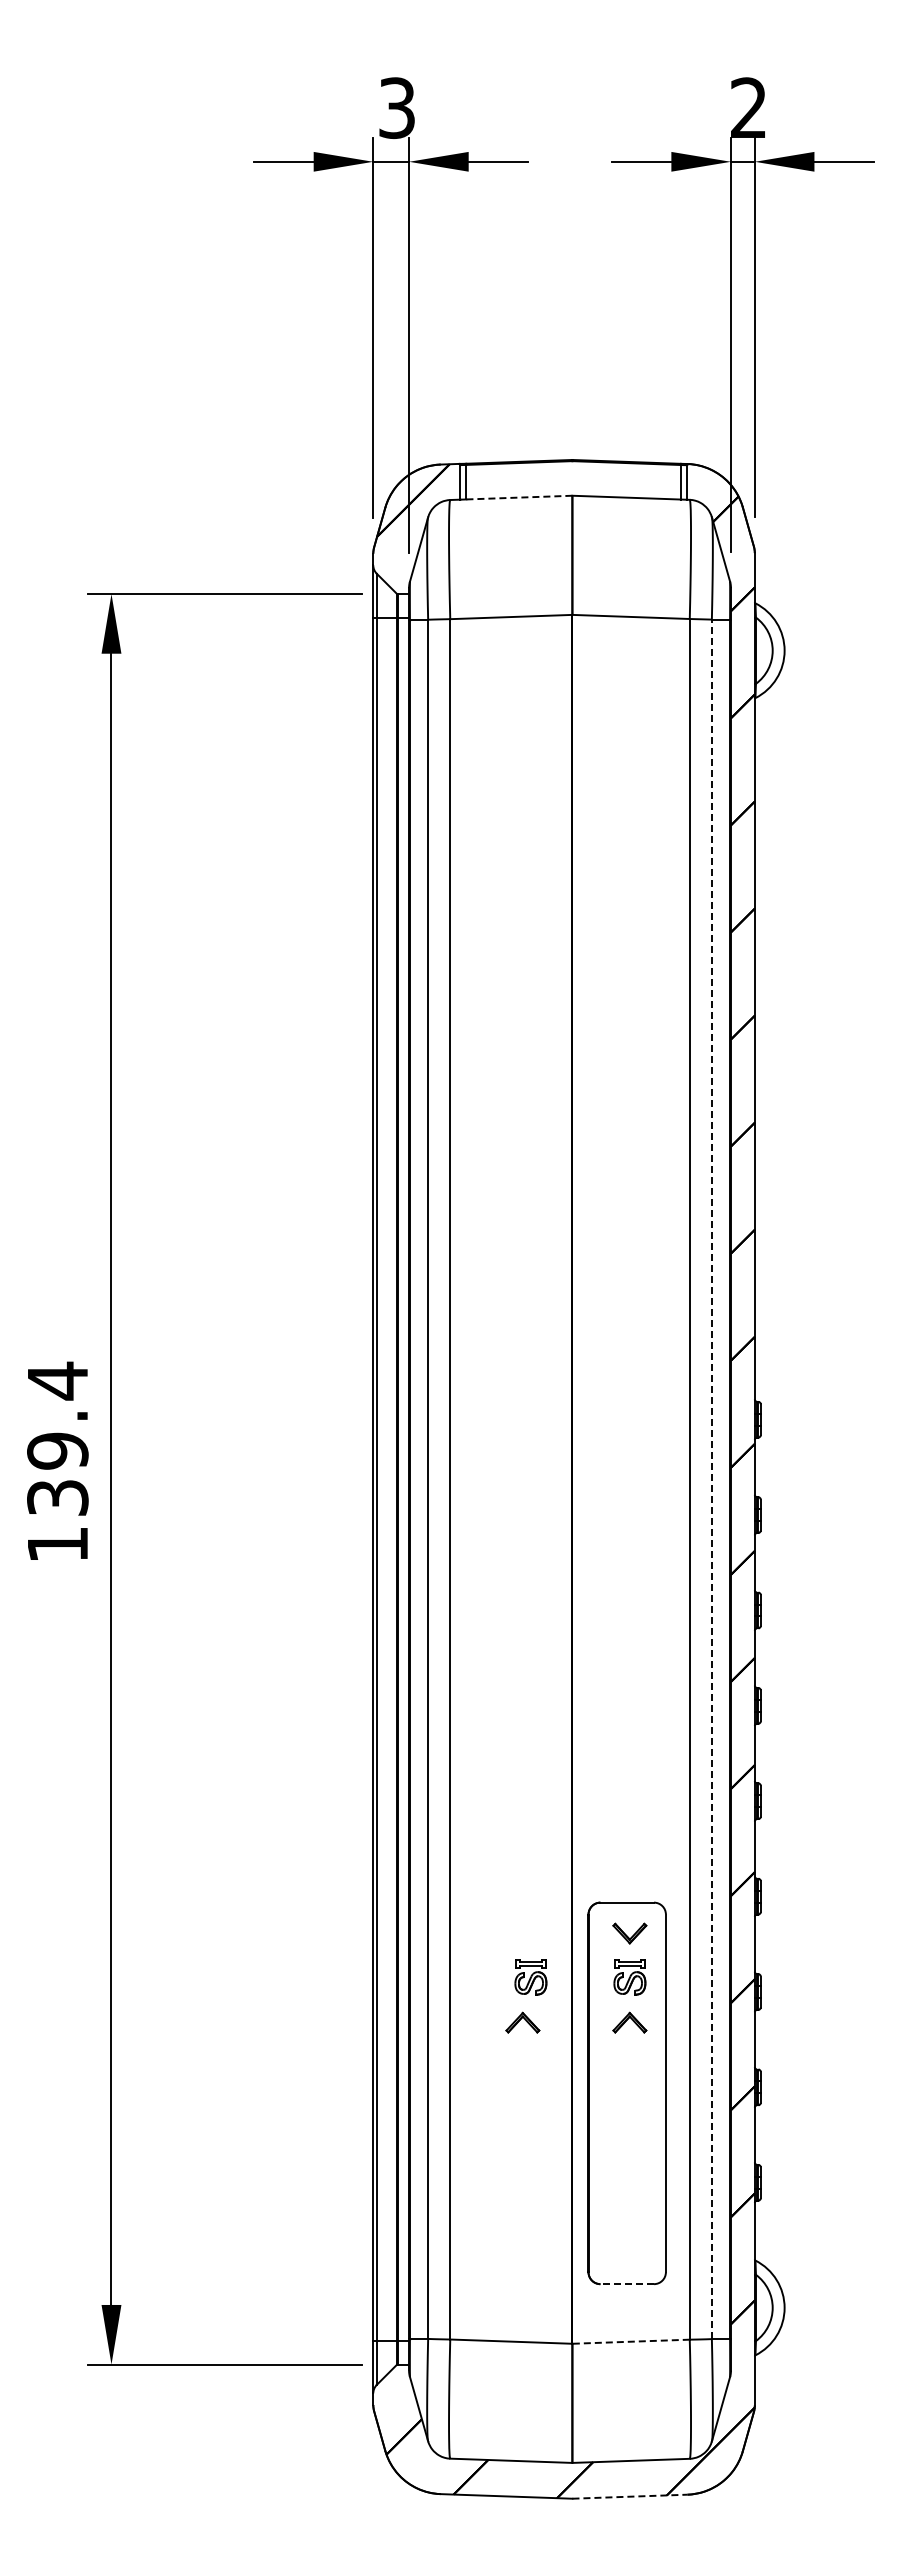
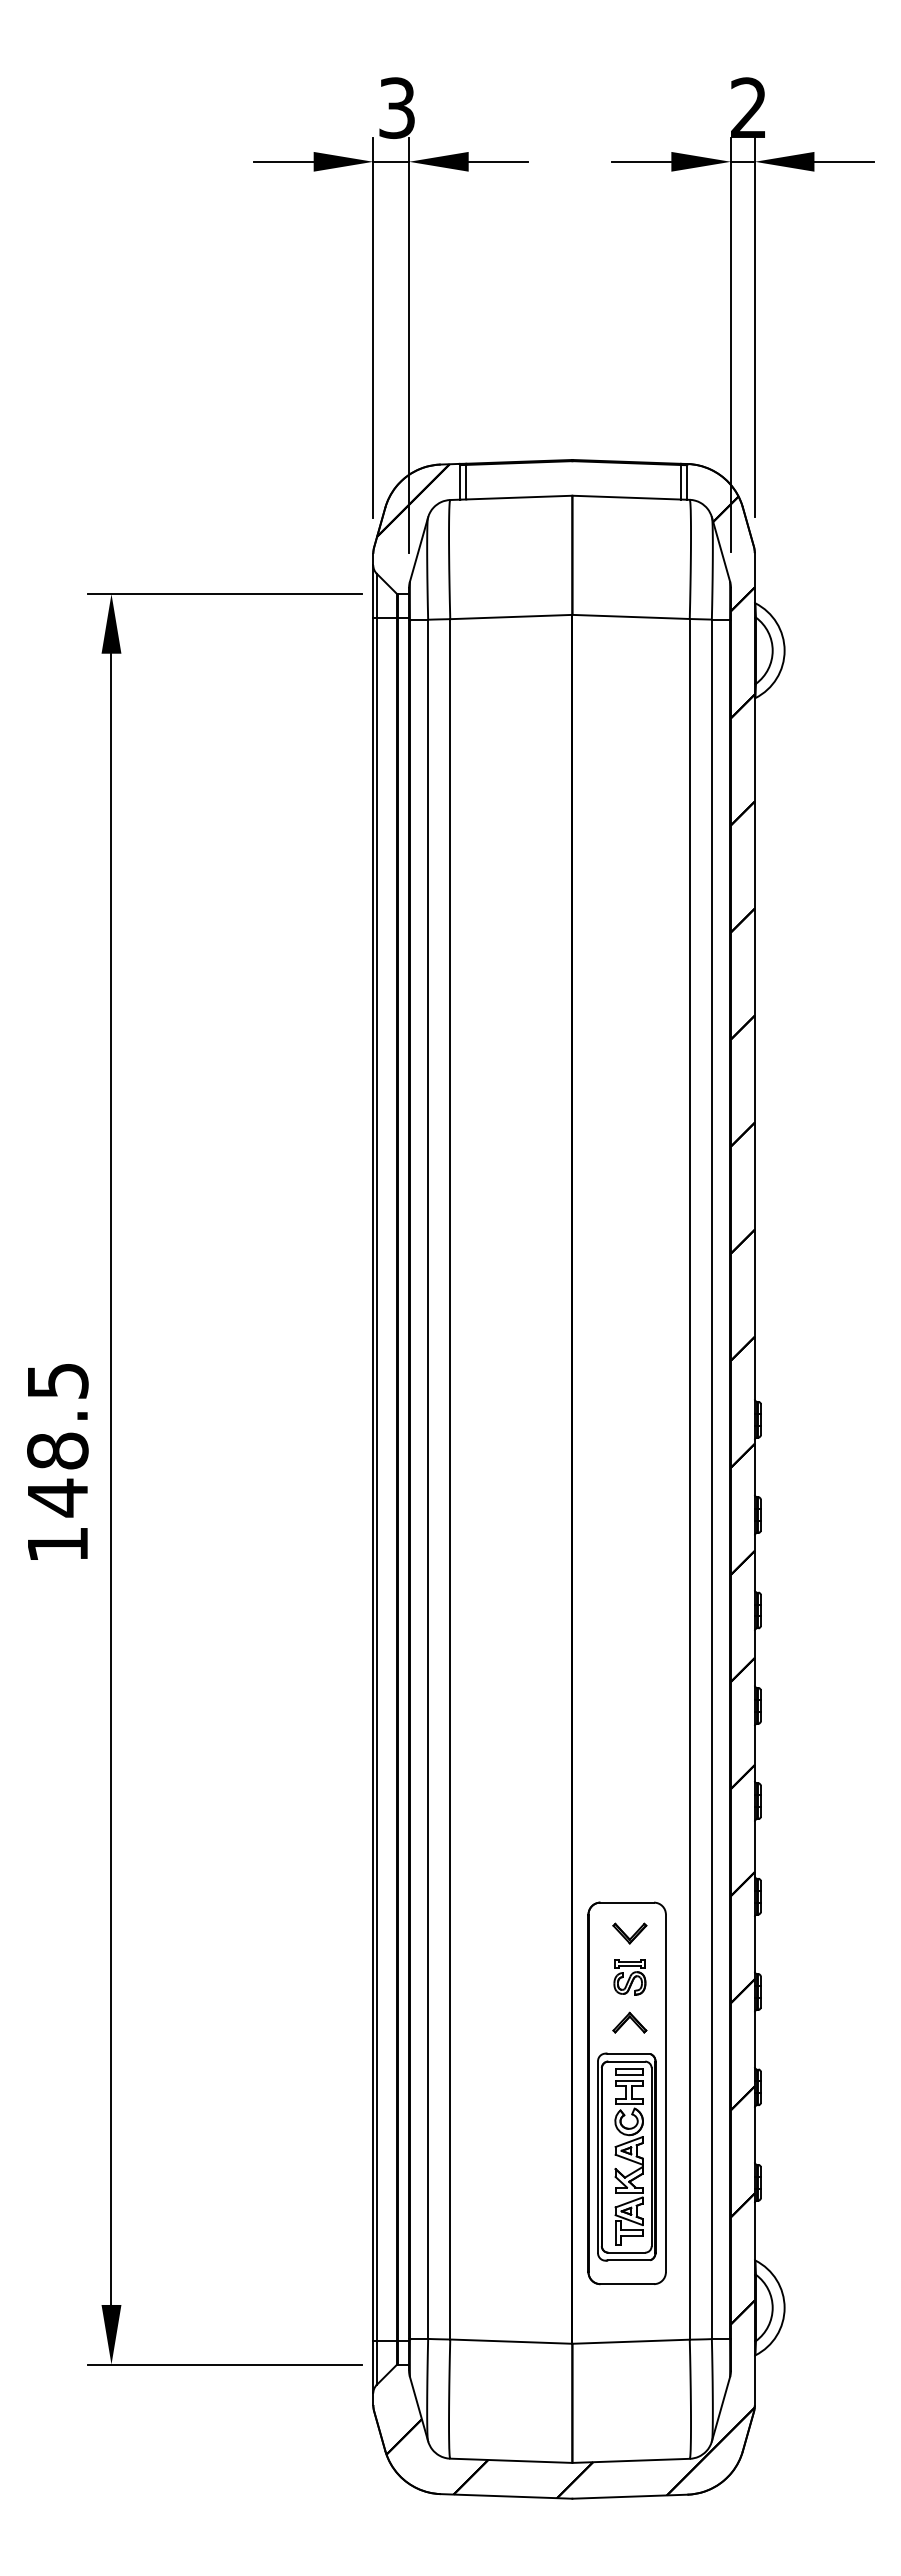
line at (518, 497): dashed -> solid
text at (57, 1439): 139.4 -> 148.5
line at (711, 1479): dashed -> solid
part at (530, 1977): present -> none
part at (522, 2022): present -> none
part at (626, 2156): none -> present
line at (627, 2284): dashed -> solid
line at (631, 2341): dashed -> solid
line at (629, 2496): dashed -> solid
